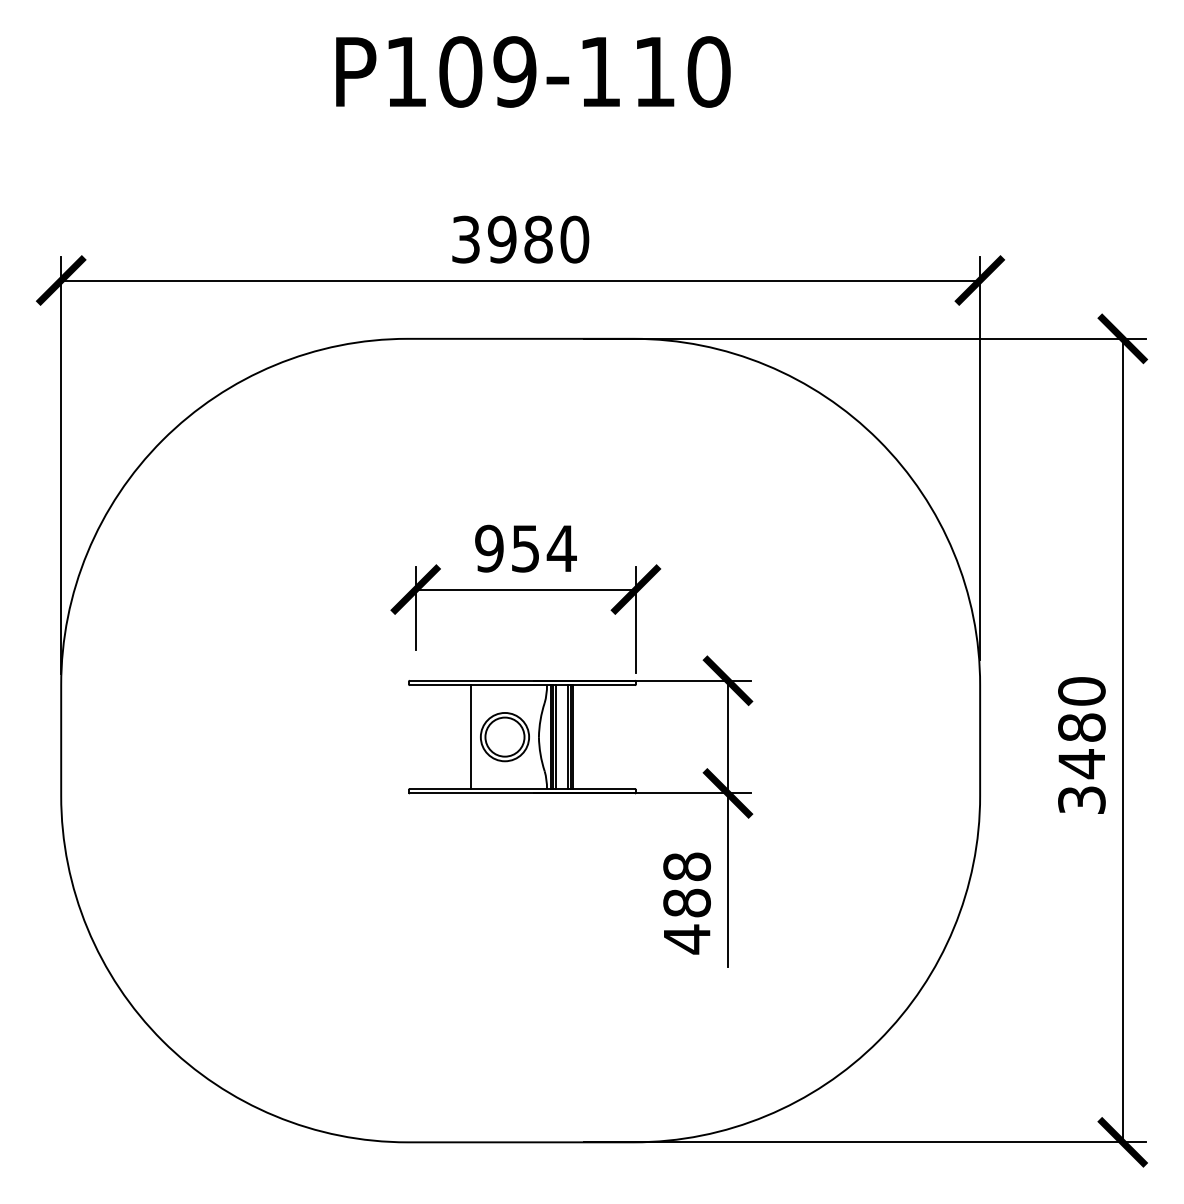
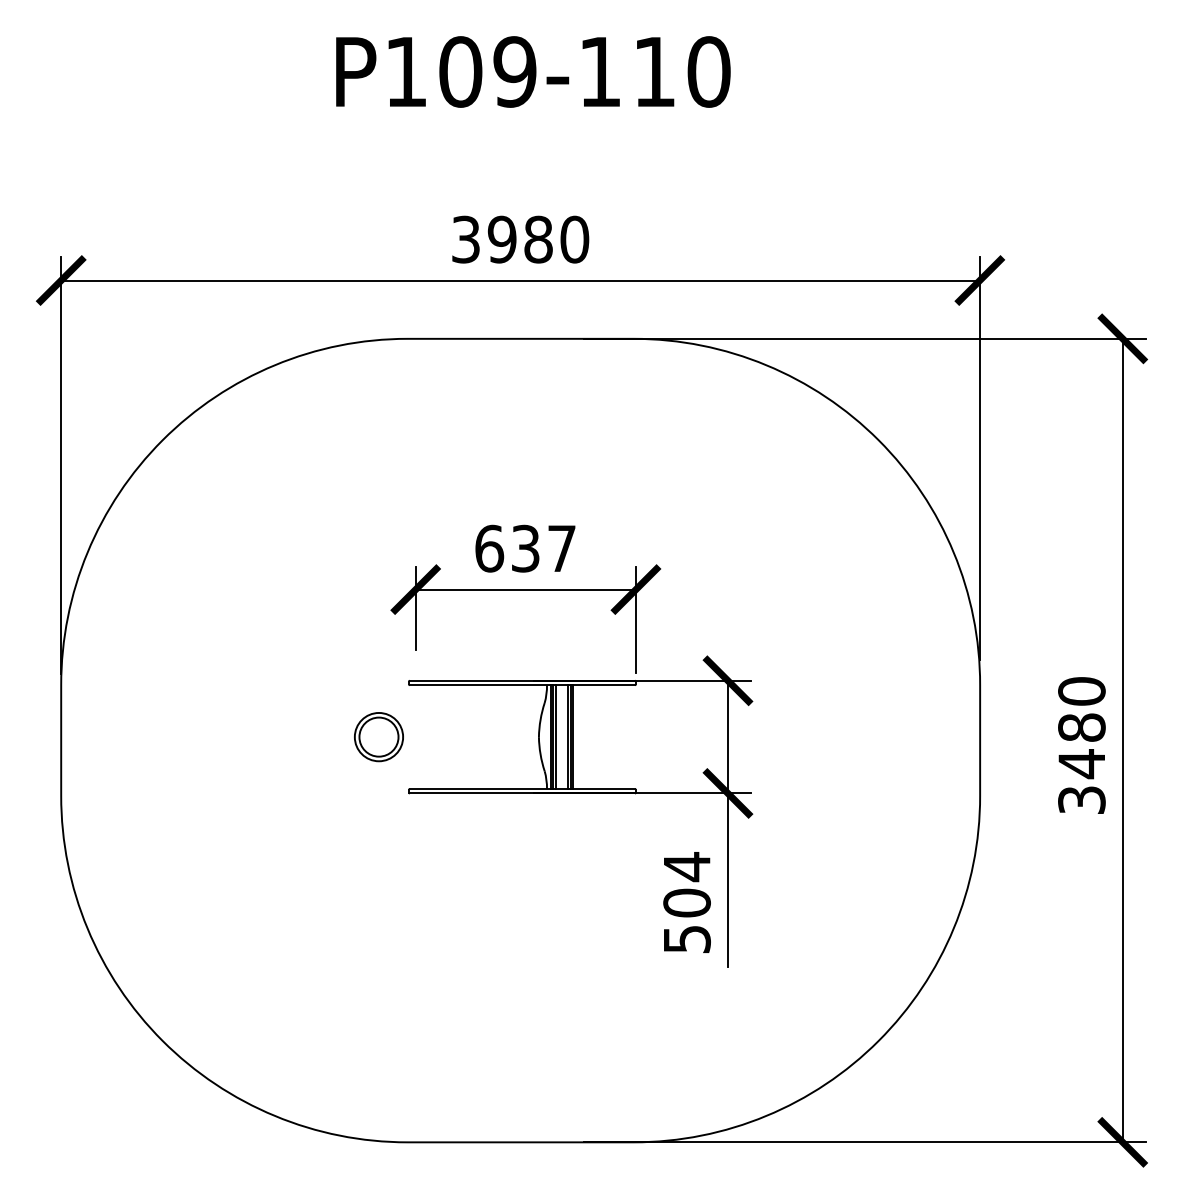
text at (525, 548): 954 -> 637
line at (470, 737): present -> none
part at (504, 737) position: (504, 737) -> (378, 737)
text at (686, 903): 488 -> 504
